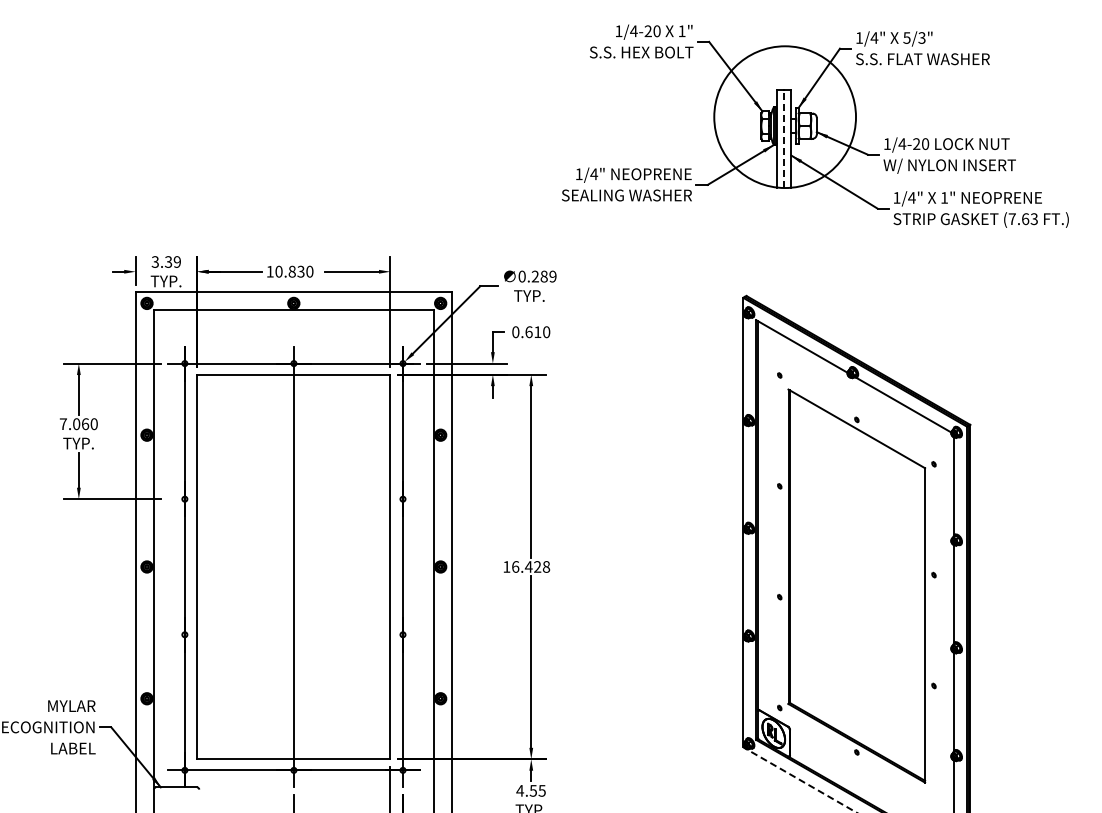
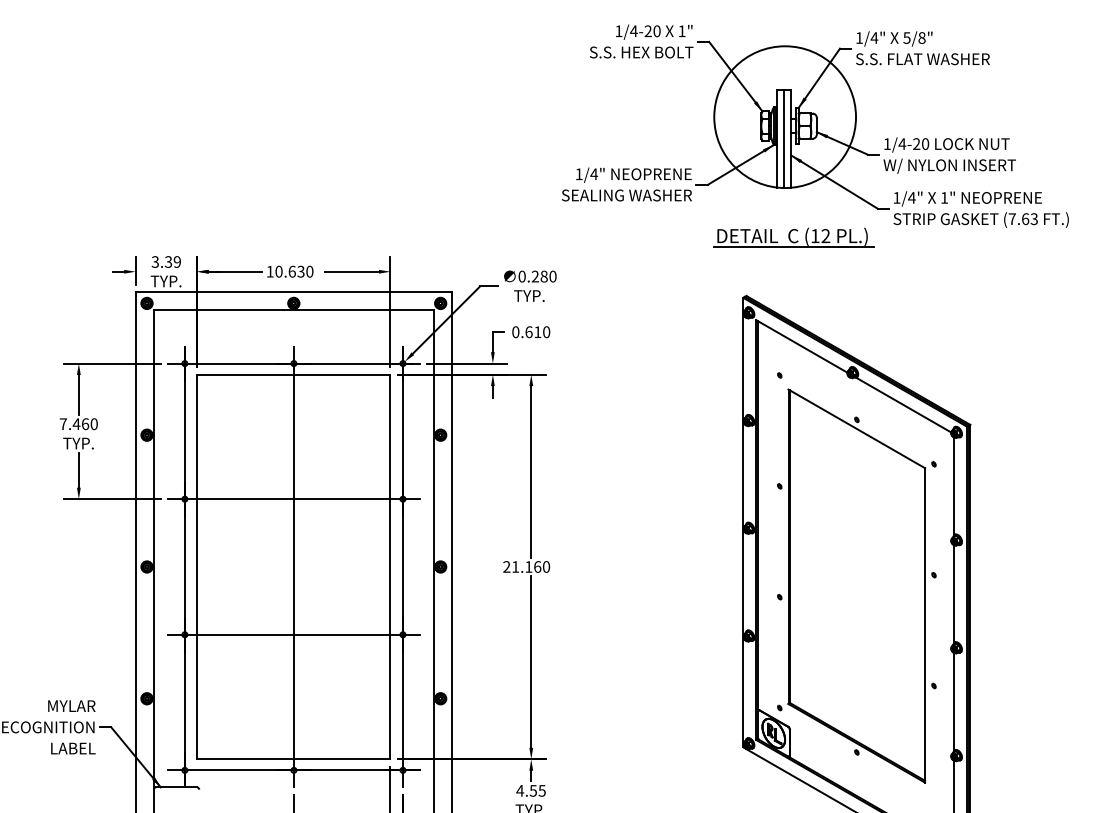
text at (921, 37): 5/3" -> 5/8"
line at (784, 138): dashed -> solid
part at (793, 237): none -> present
text at (291, 271): 10.830 -> 10.630
text at (552, 276): 0.289 -> 0.280
text at (76, 424): 7.060 -> 7.460
line at (293, 499): none -> present
text at (526, 566): 16.428 -> 21.160
line at (293, 634): none -> present
line at (799, 779): dashed -> solid
